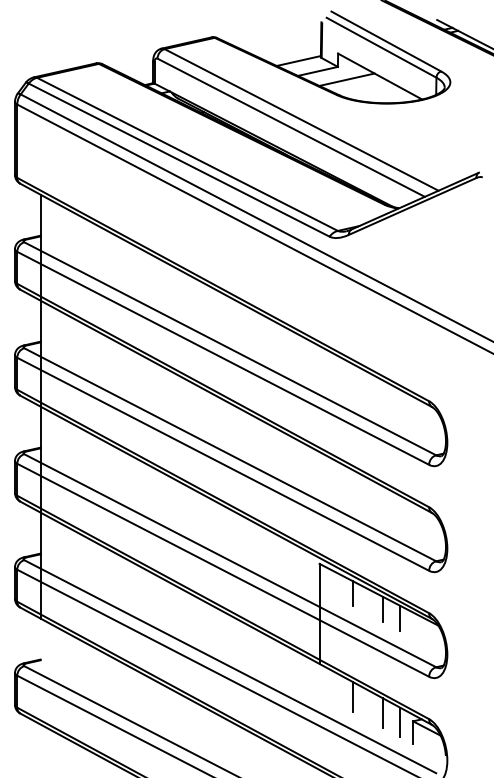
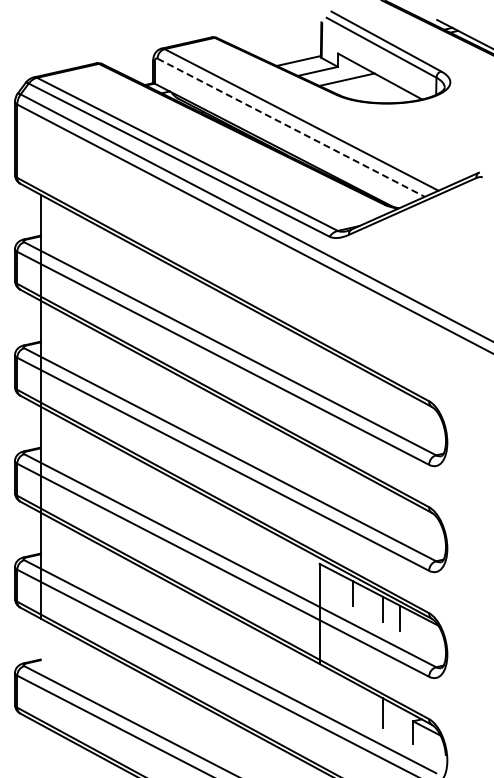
line at (291, 127): solid -> dashed
line at (352, 696): present -> none
line at (400, 722): present -> none
